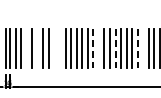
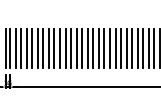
line at (26, 48): none -> present
line at (37, 48): none -> present
line at (54, 48): none -> present
line at (60, 48): none -> present
line at (98, 48): none -> present
line at (143, 48): none -> present
line at (93, 49): dashed -> solid
line at (115, 49): dashed -> solid
line at (137, 49): dashed -> solid
